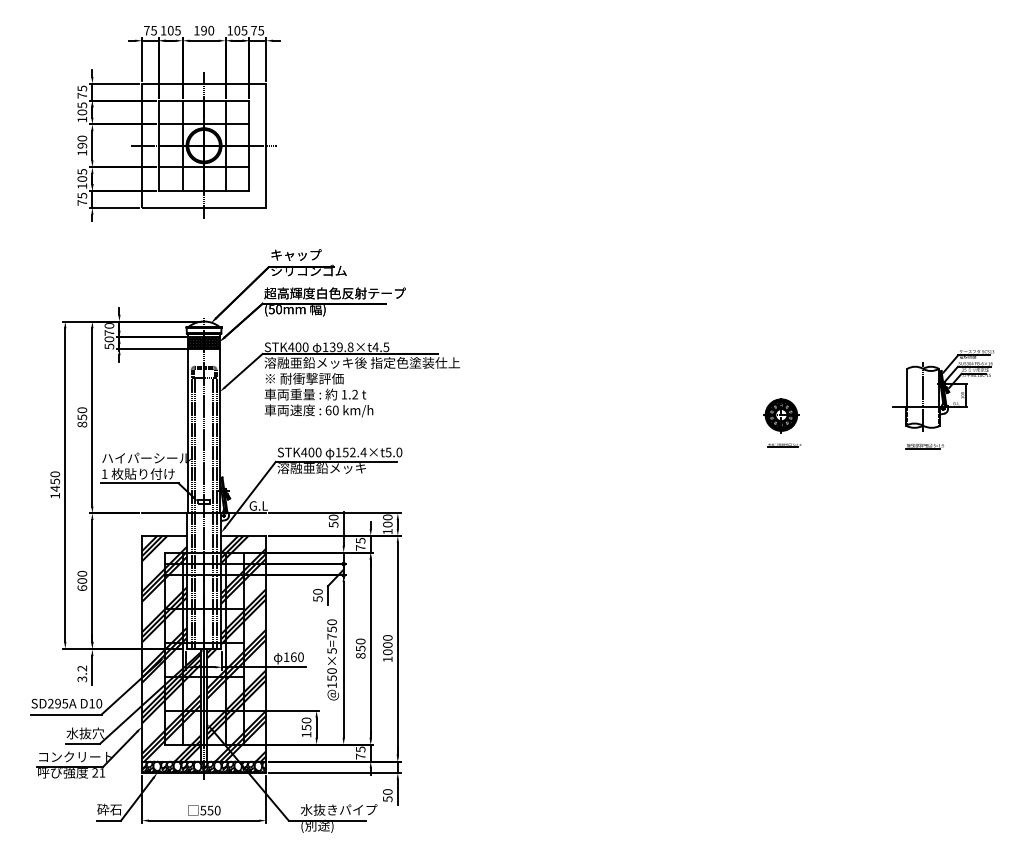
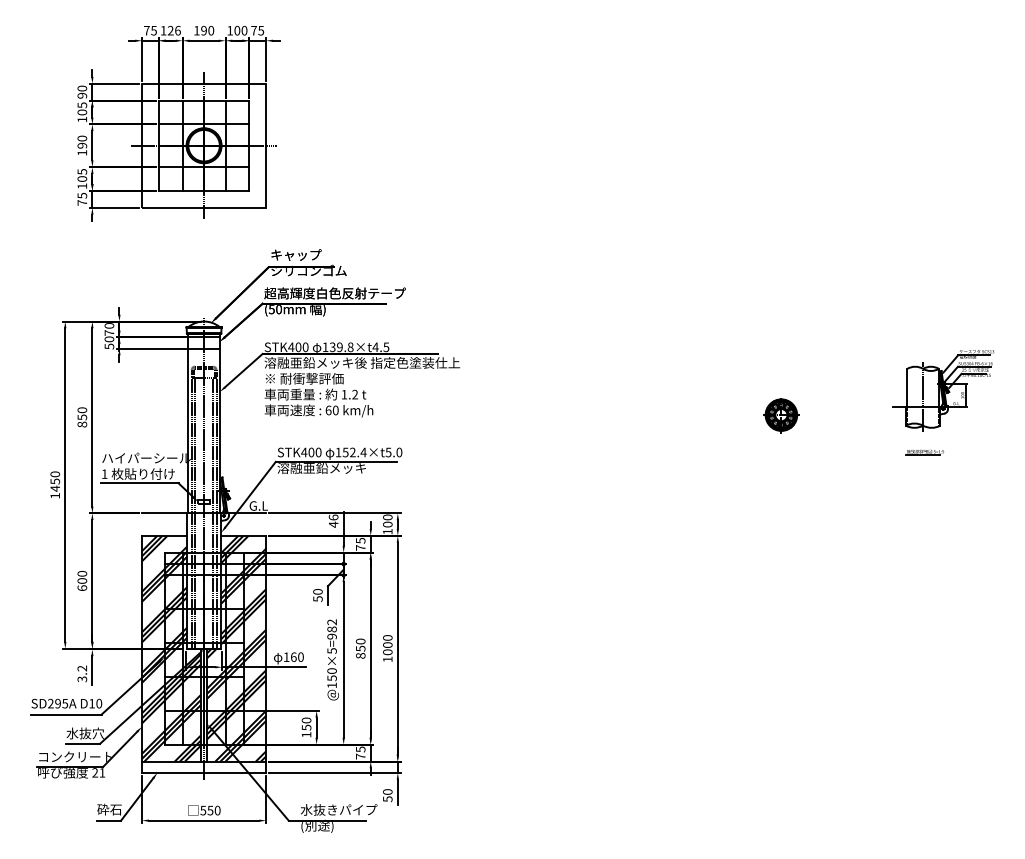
text at (173, 30): 105 -> 126
text at (244, 30): 105 -> 100
text at (82, 91): 75 -> 90
hatch at (203, 342): present -> none
line at (784, 445): present -> none
part at (924, 446) position: (924, 446) -> (924, 452)
text at (333, 520): 50 -> 46
text at (331, 629): @150×5=750 -> @150×5=982
hatch at (204, 766): present -> none
